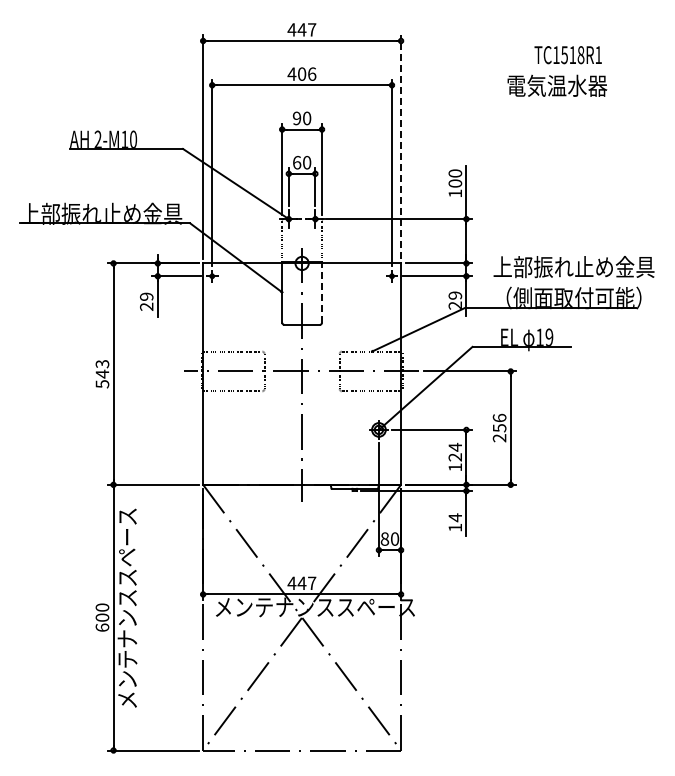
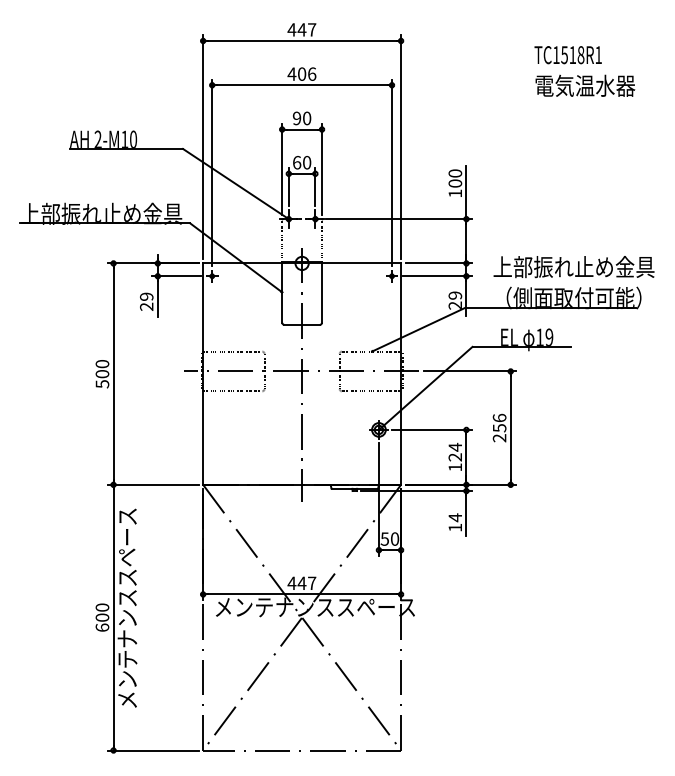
text at (557, 85) position: (557, 85) -> (585, 85)
line at (401, 147): dashed -> solid
line at (322, 291): dashed -> solid
text at (102, 369): 543 -> 500
text at (384, 538): 80 -> 50
